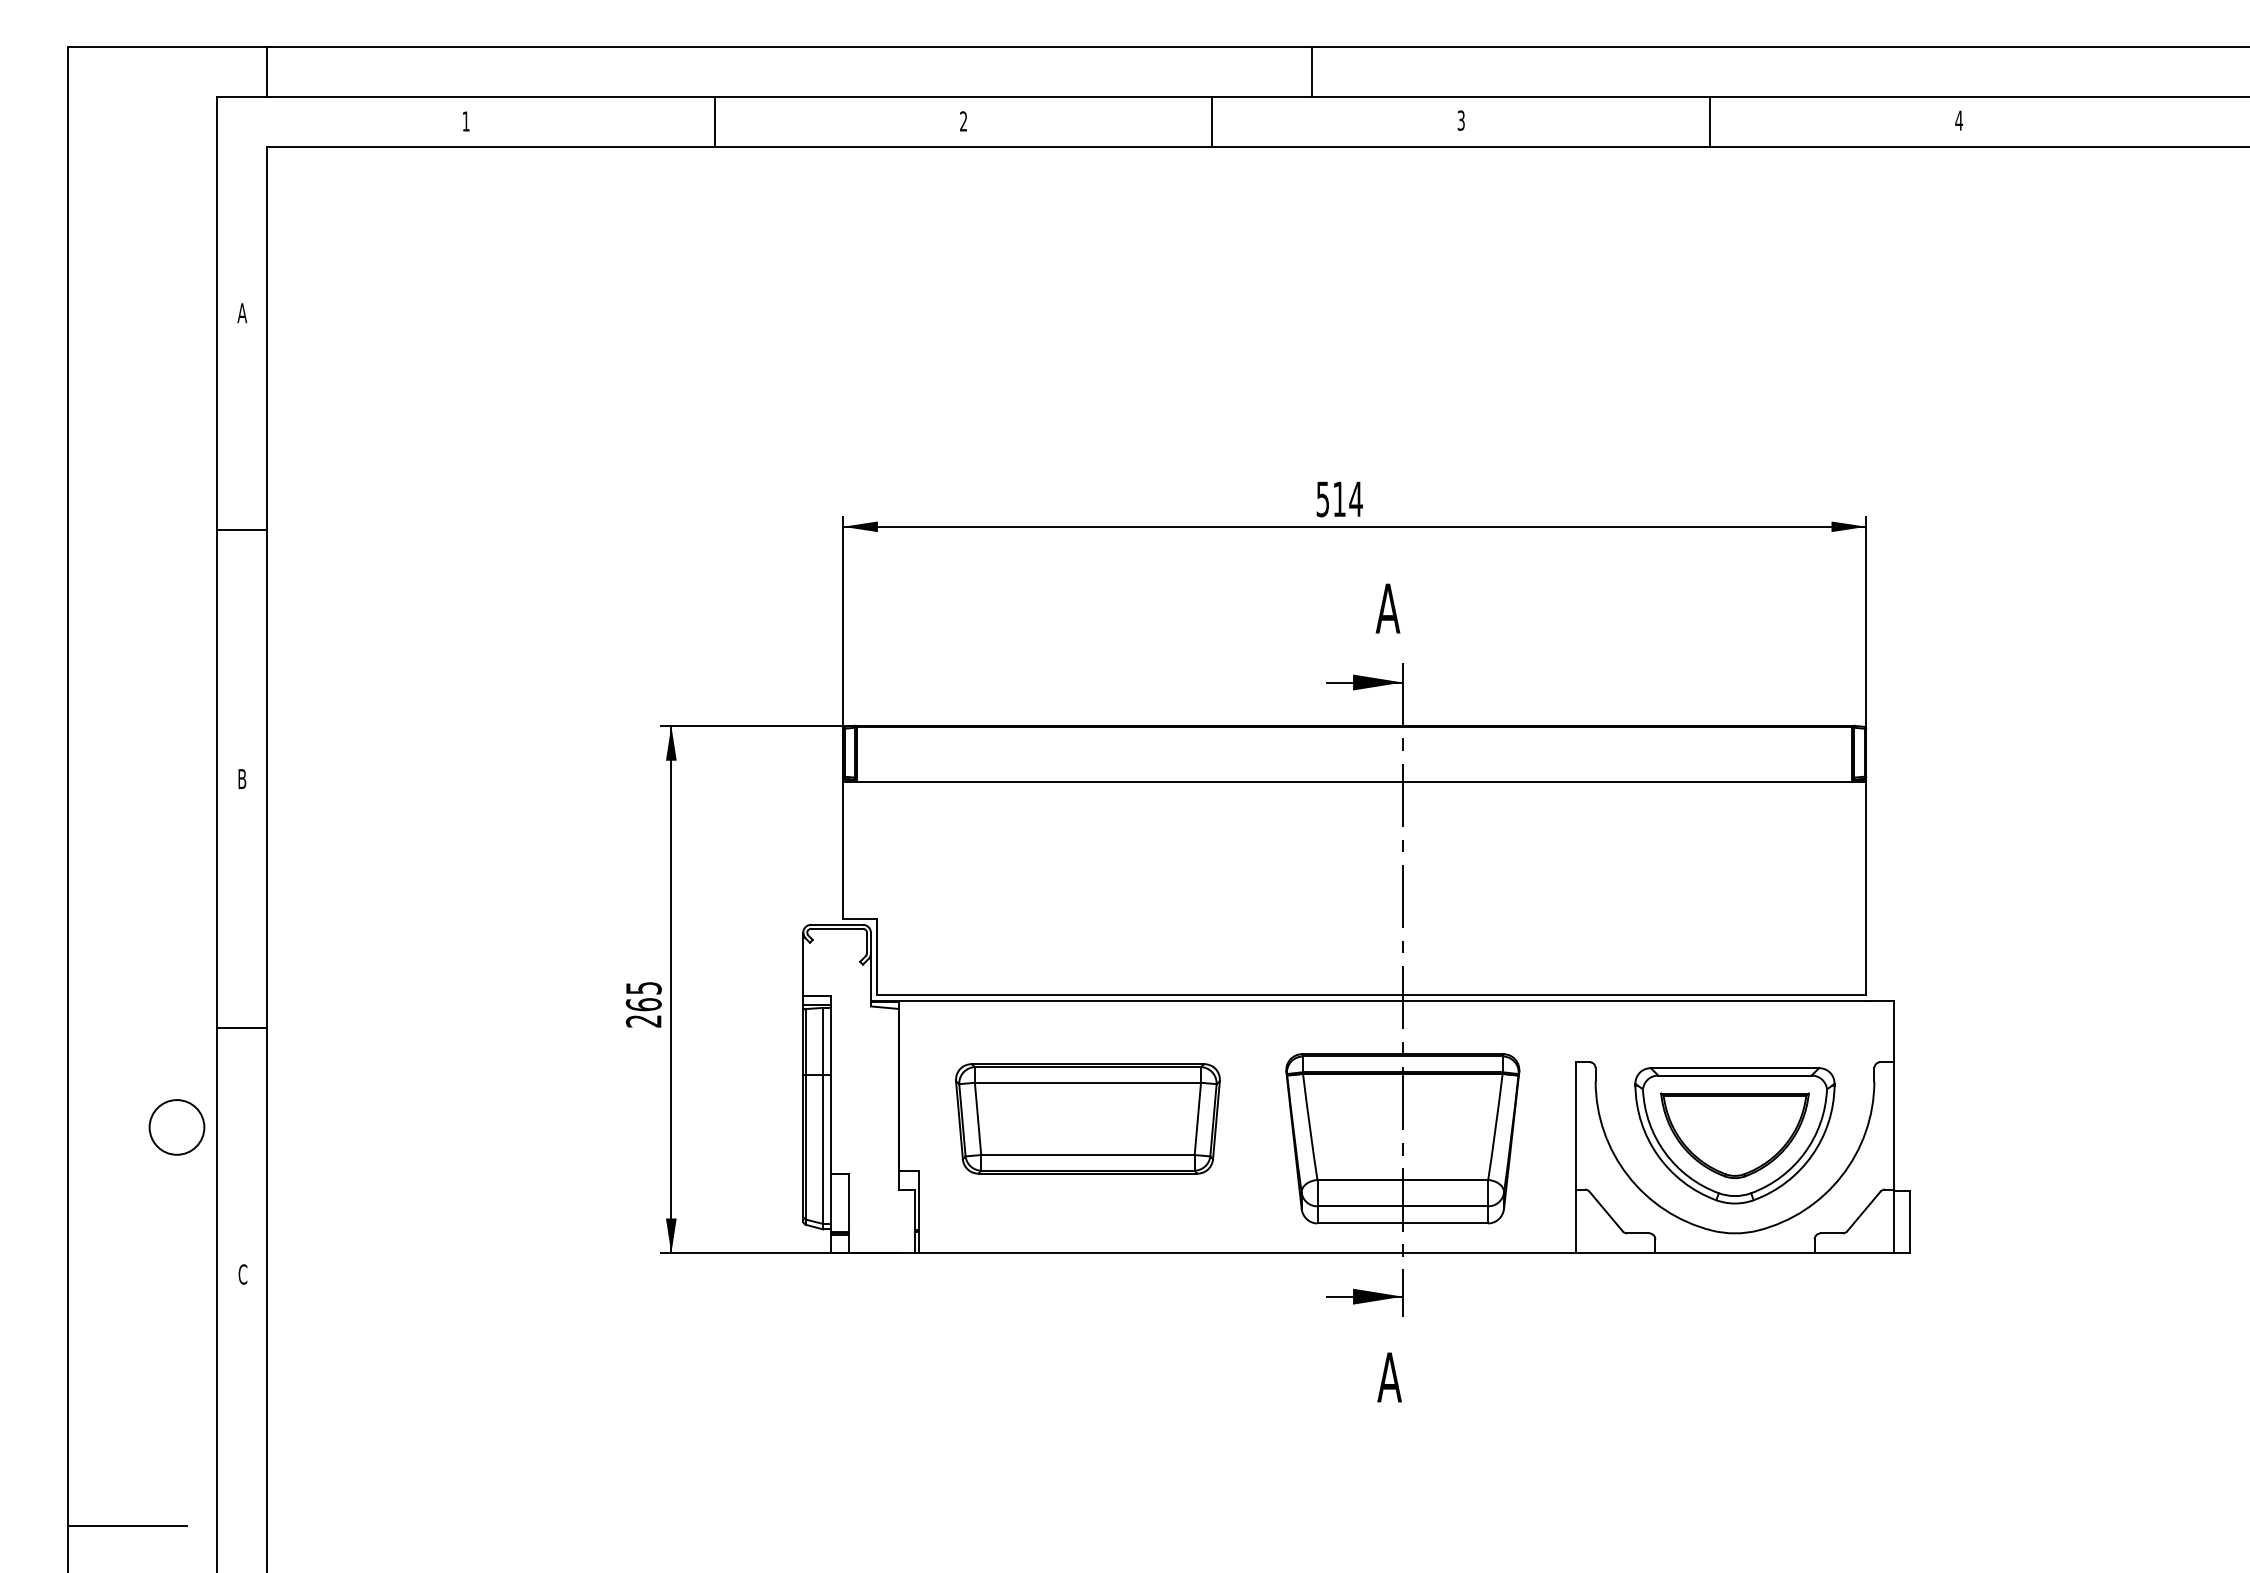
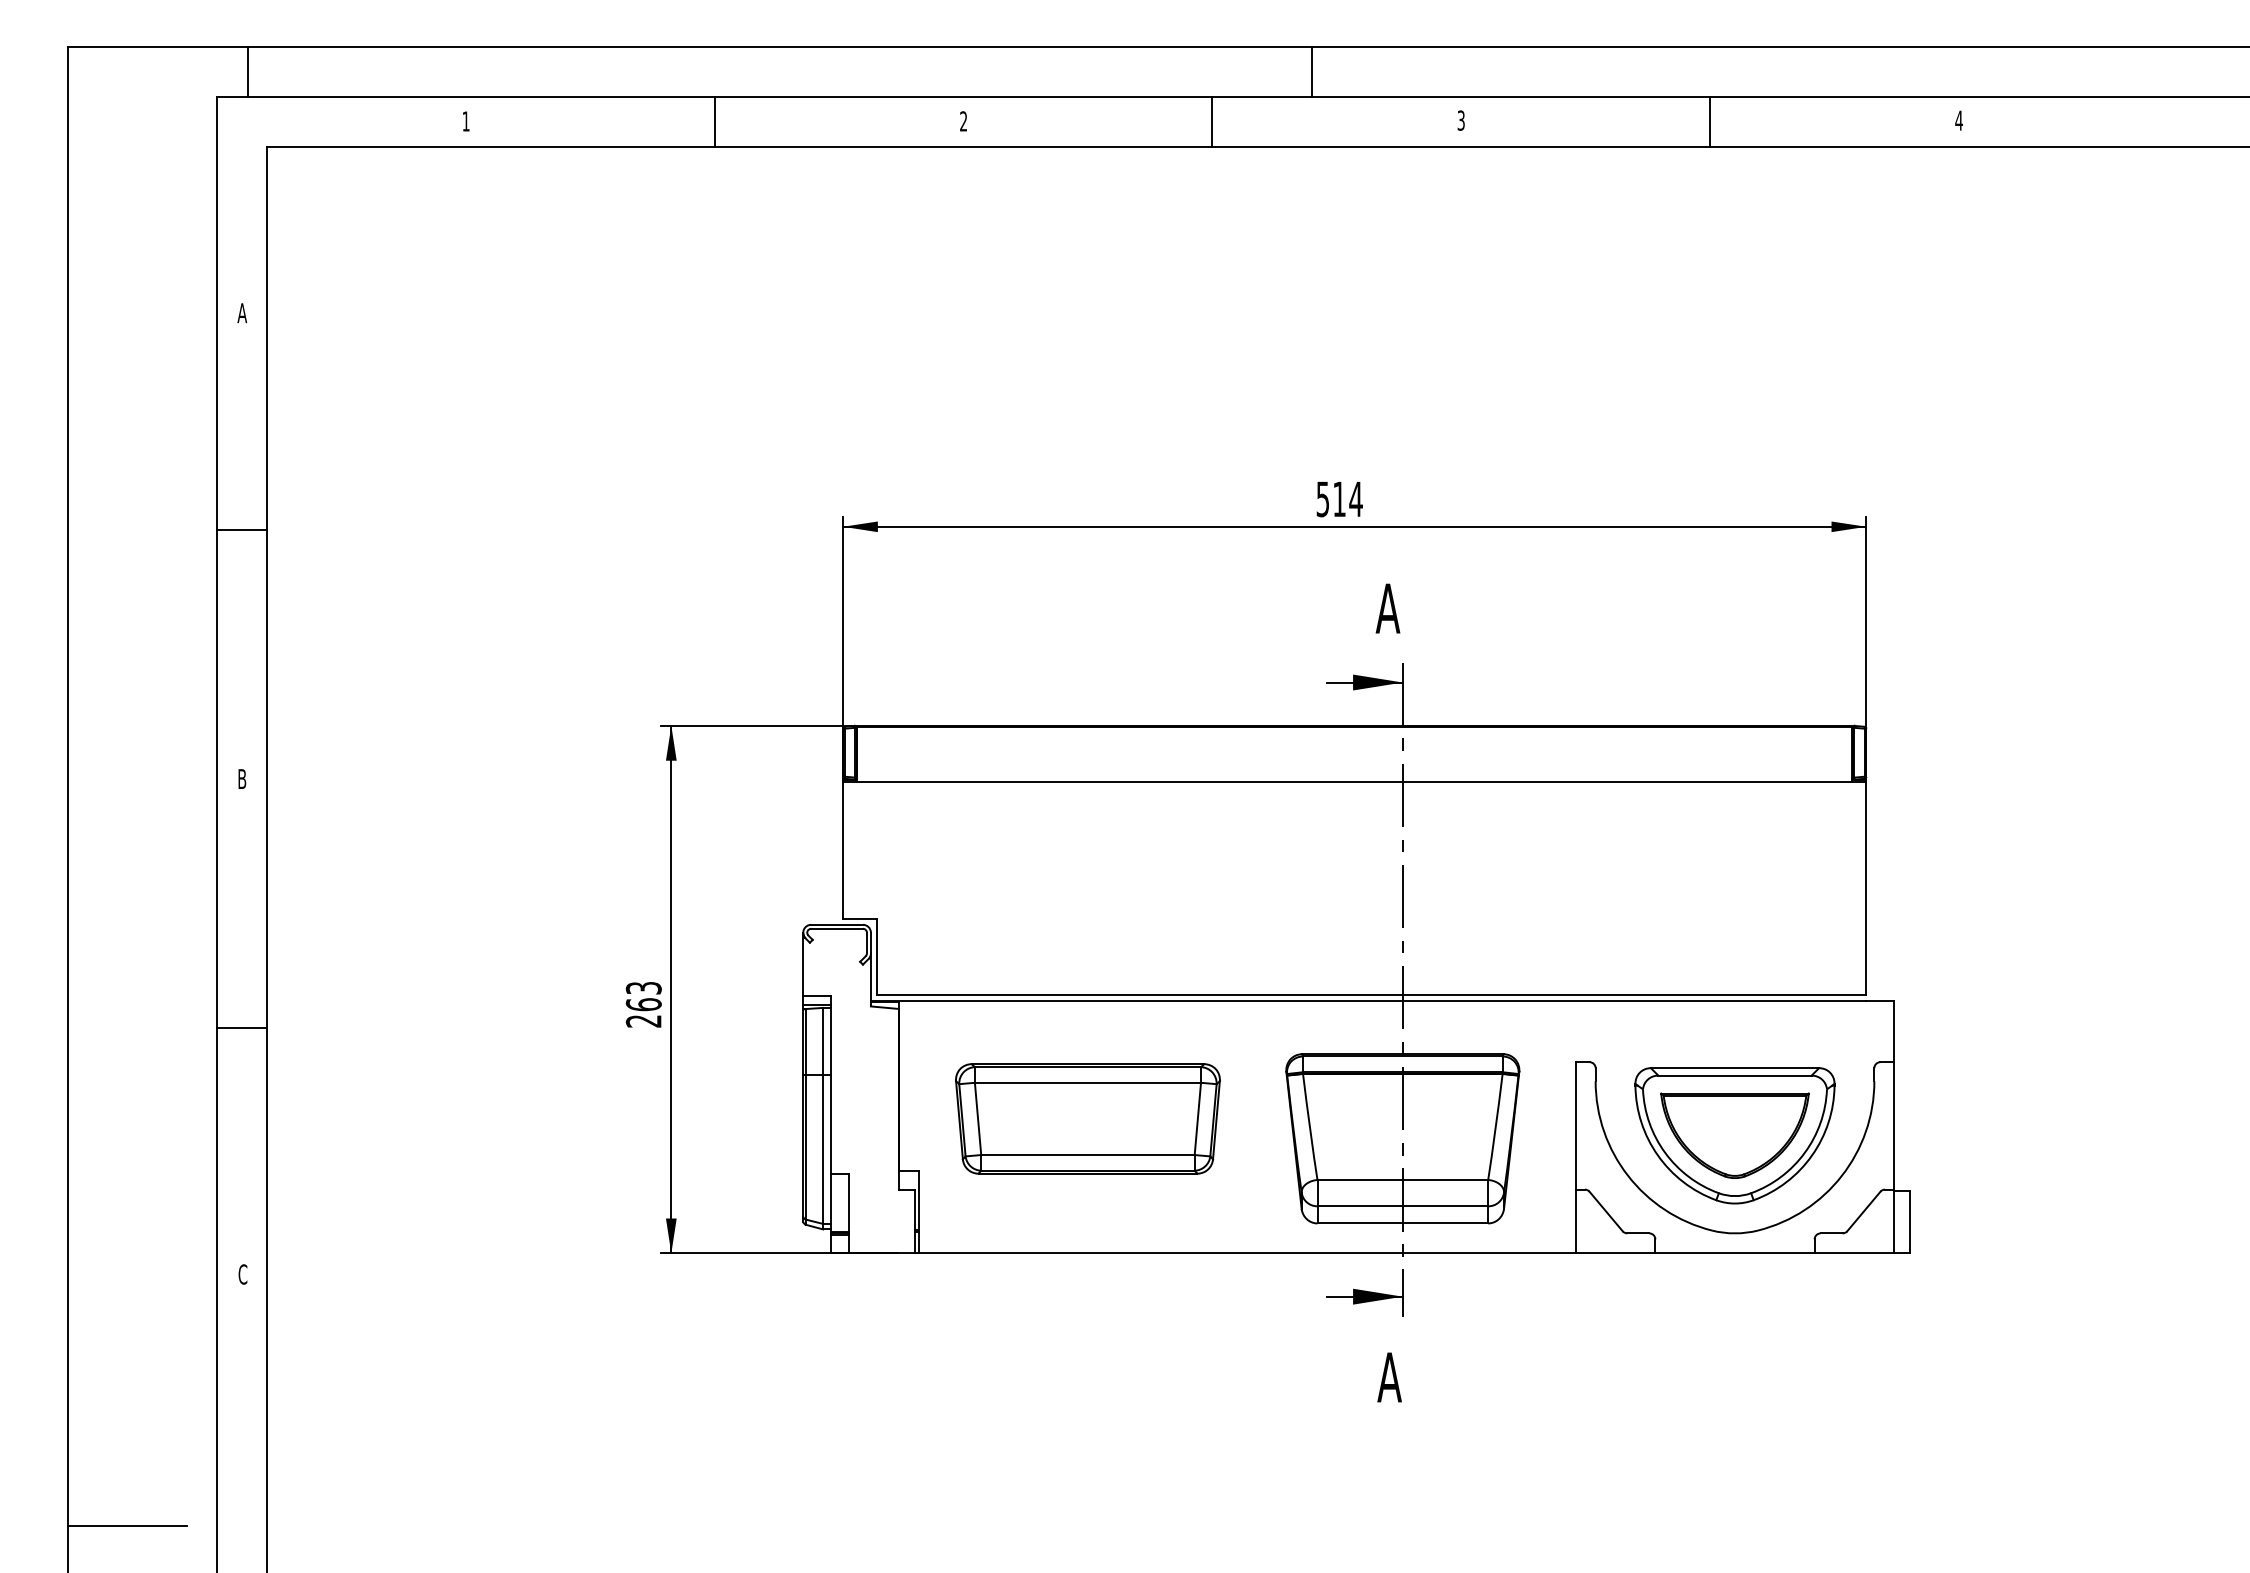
line at (266, 72) position: (266, 72) -> (247, 72)
text at (643, 987): 265 -> 263
circle at (176, 1127): present -> none
